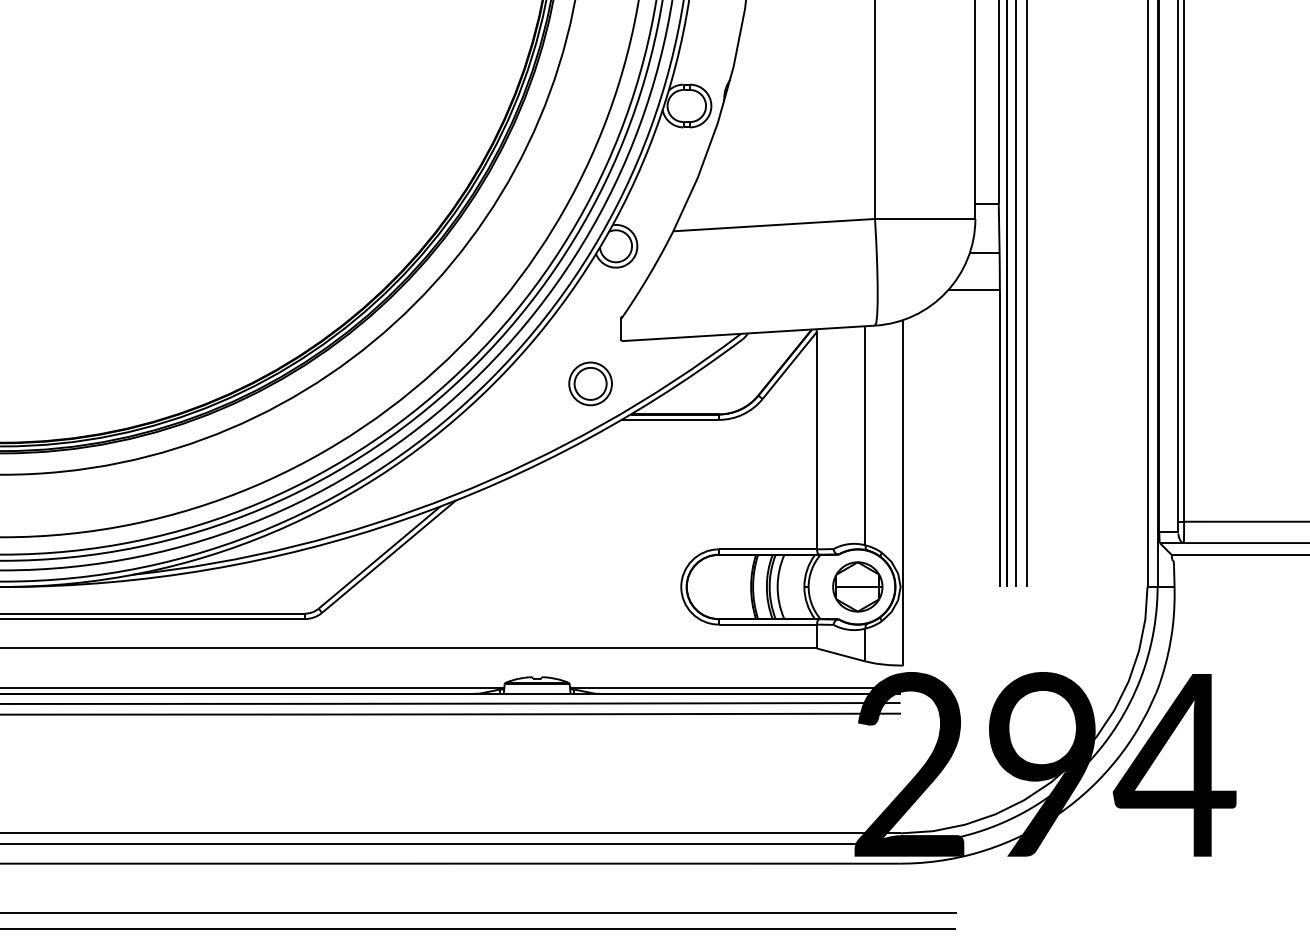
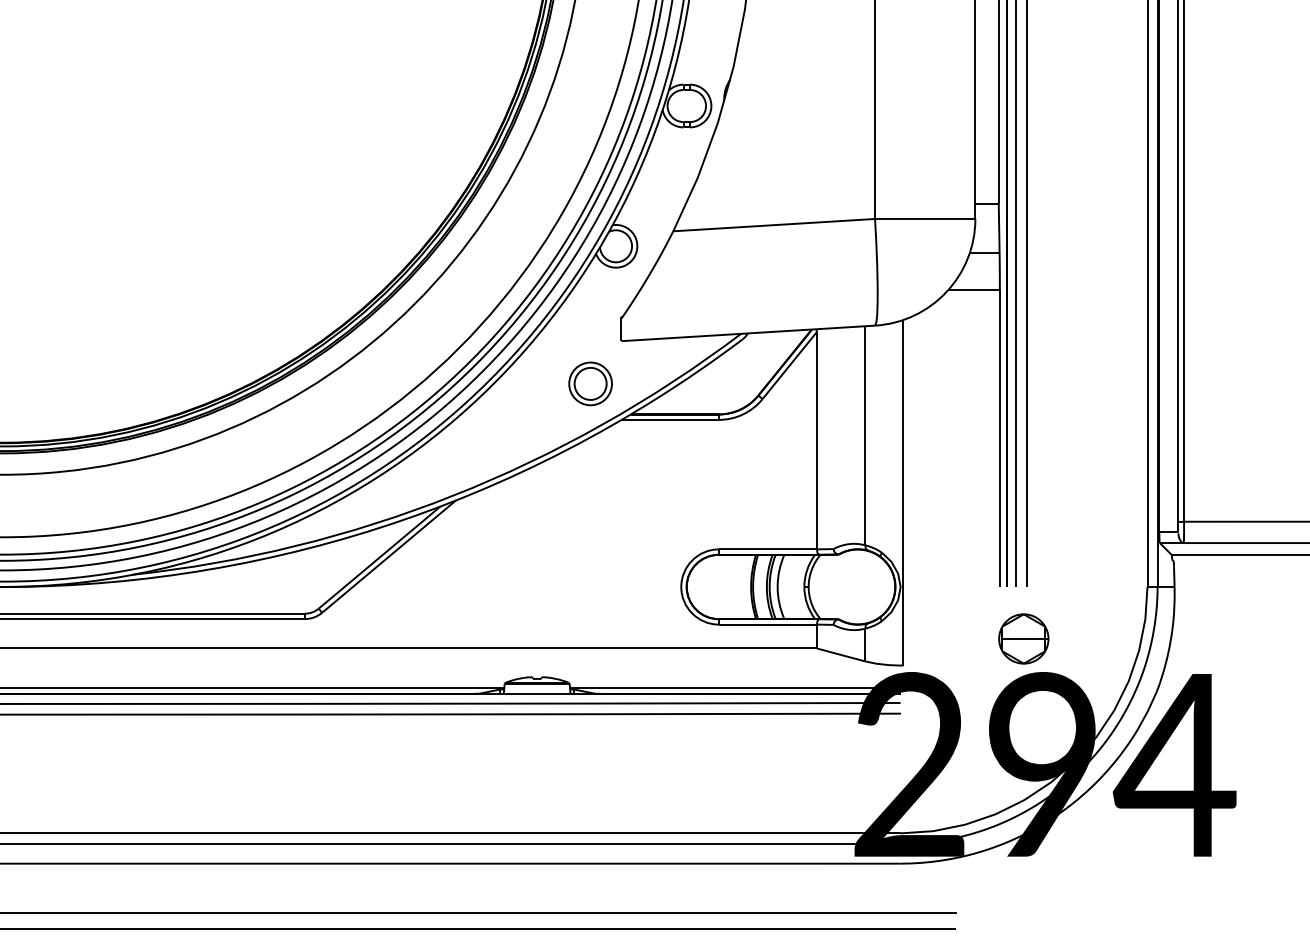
part at (857, 586) position: (857, 586) -> (1023, 638)
